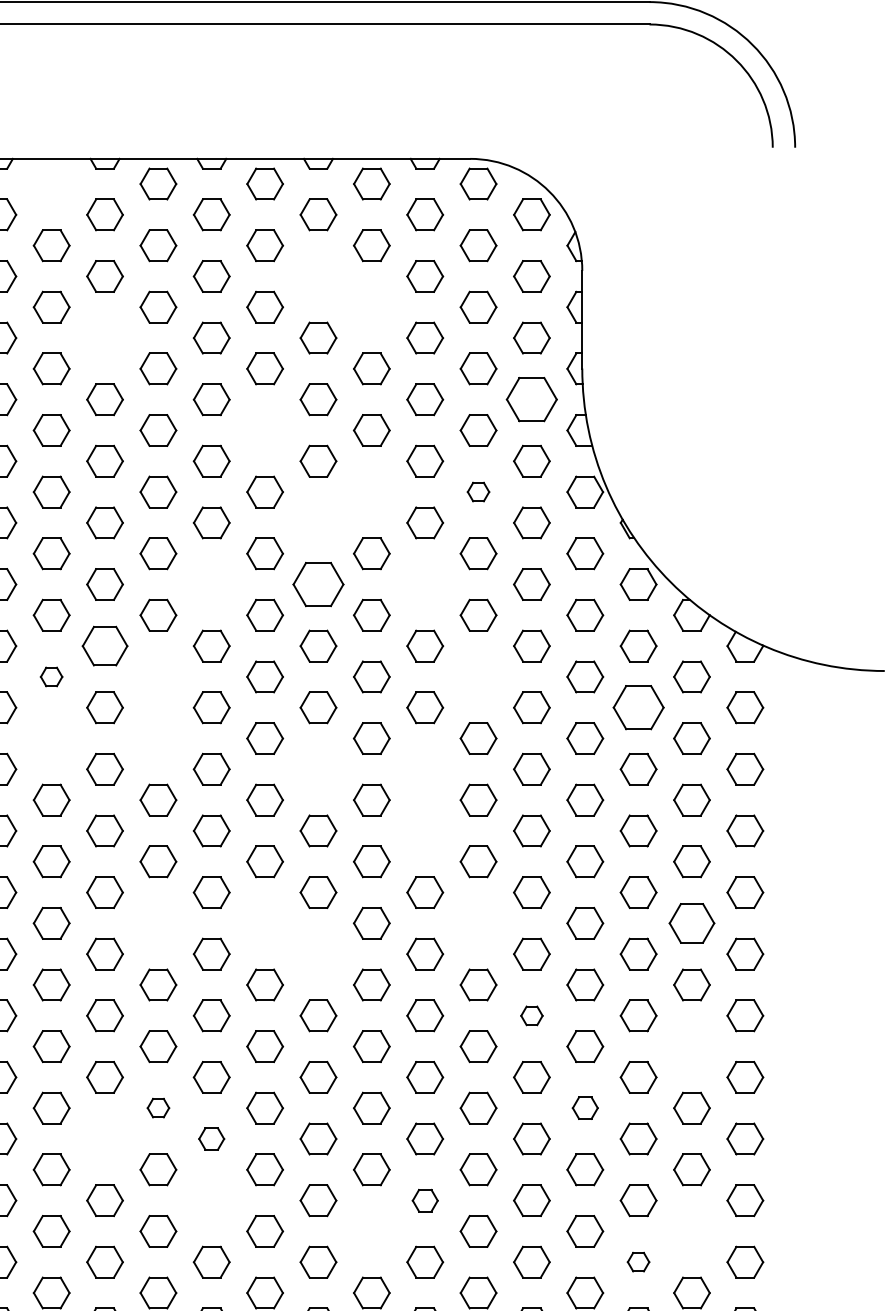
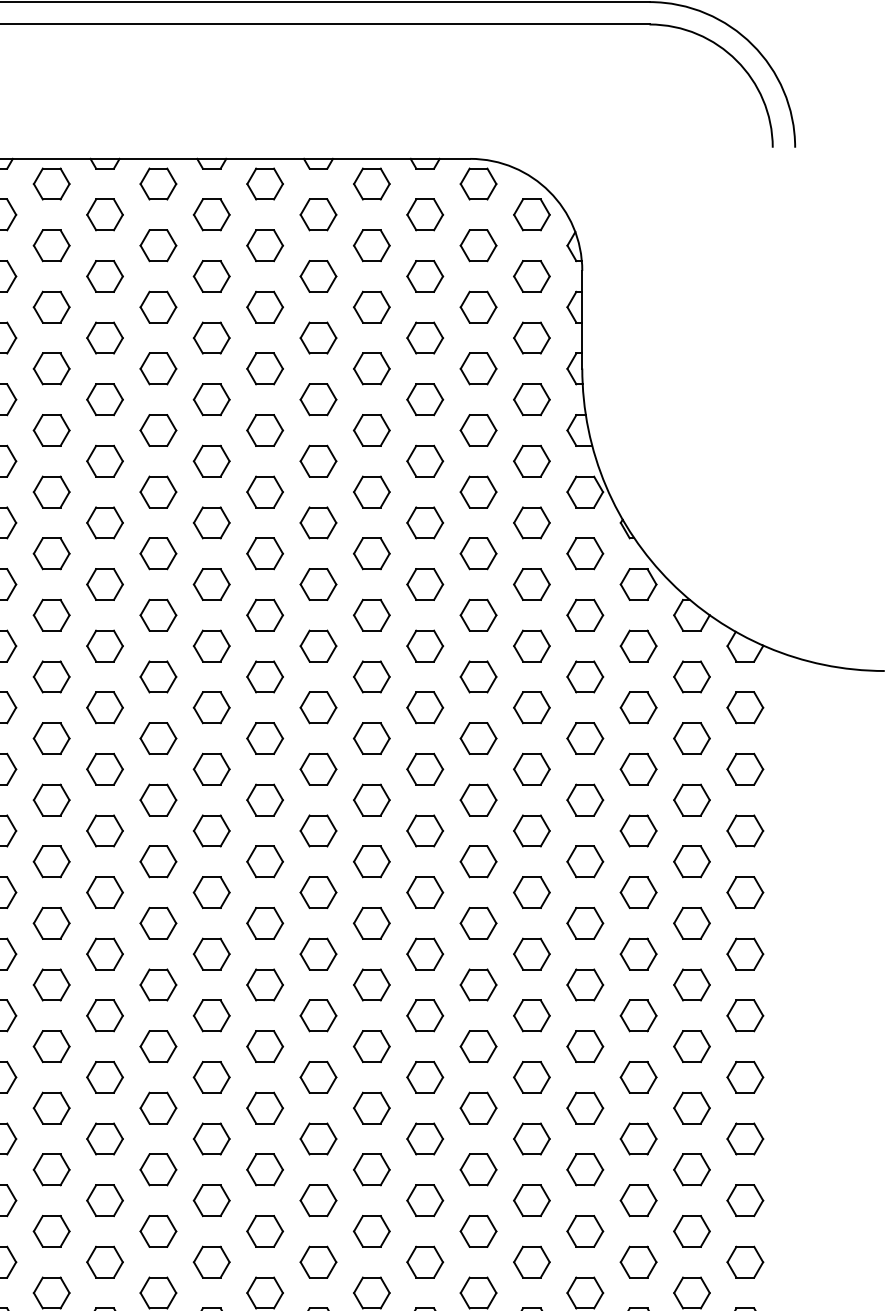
part at (51, 183): none -> present
part at (318, 276): none -> present
part at (371, 306): none -> present
part at (104, 337): none -> present
part at (531, 399) size: 53x46 px -> 38x34 px
part at (265, 430): none -> present
part at (371, 491): none -> present
part at (478, 491) size: 25x22 px -> 39x34 px
part at (318, 522): none -> present
part at (211, 584): none -> present
part at (318, 584) size: 53x46 px -> 39x33 px
part at (425, 584): none -> present
part at (104, 645) size: 48x42 px -> 38x34 px
part at (51, 676) size: 25x22 px -> 39x34 px
part at (158, 676): none -> present
part at (478, 676): none -> present
part at (638, 707) size: 53x46 px -> 39x34 px
part at (51, 738): none -> present
part at (158, 738): none -> present
part at (318, 768): none -> present
part at (425, 768): none -> present
part at (425, 830): none -> present
part at (158, 922): none -> present
part at (478, 922): none -> present
part at (265, 923): none -> present
part at (691, 923) size: 48x41 px -> 38x33 px
part at (318, 953): none -> present
part at (531, 1015) size: 24x22 px -> 38x34 px
part at (691, 1046): none -> present
part at (158, 1107) size: 25x22 px -> 39x34 px
part at (584, 1107) size: 28x24 px -> 39x34 px
part at (104, 1138): none -> present
part at (211, 1138) size: 28x24 px -> 39x34 px
part at (211, 1200): none -> present
part at (424, 1200) size: 28x25 px -> 39x34 px
part at (371, 1231): none -> present
part at (691, 1231): none -> present
part at (638, 1261) size: 25x22 px -> 39x34 px
